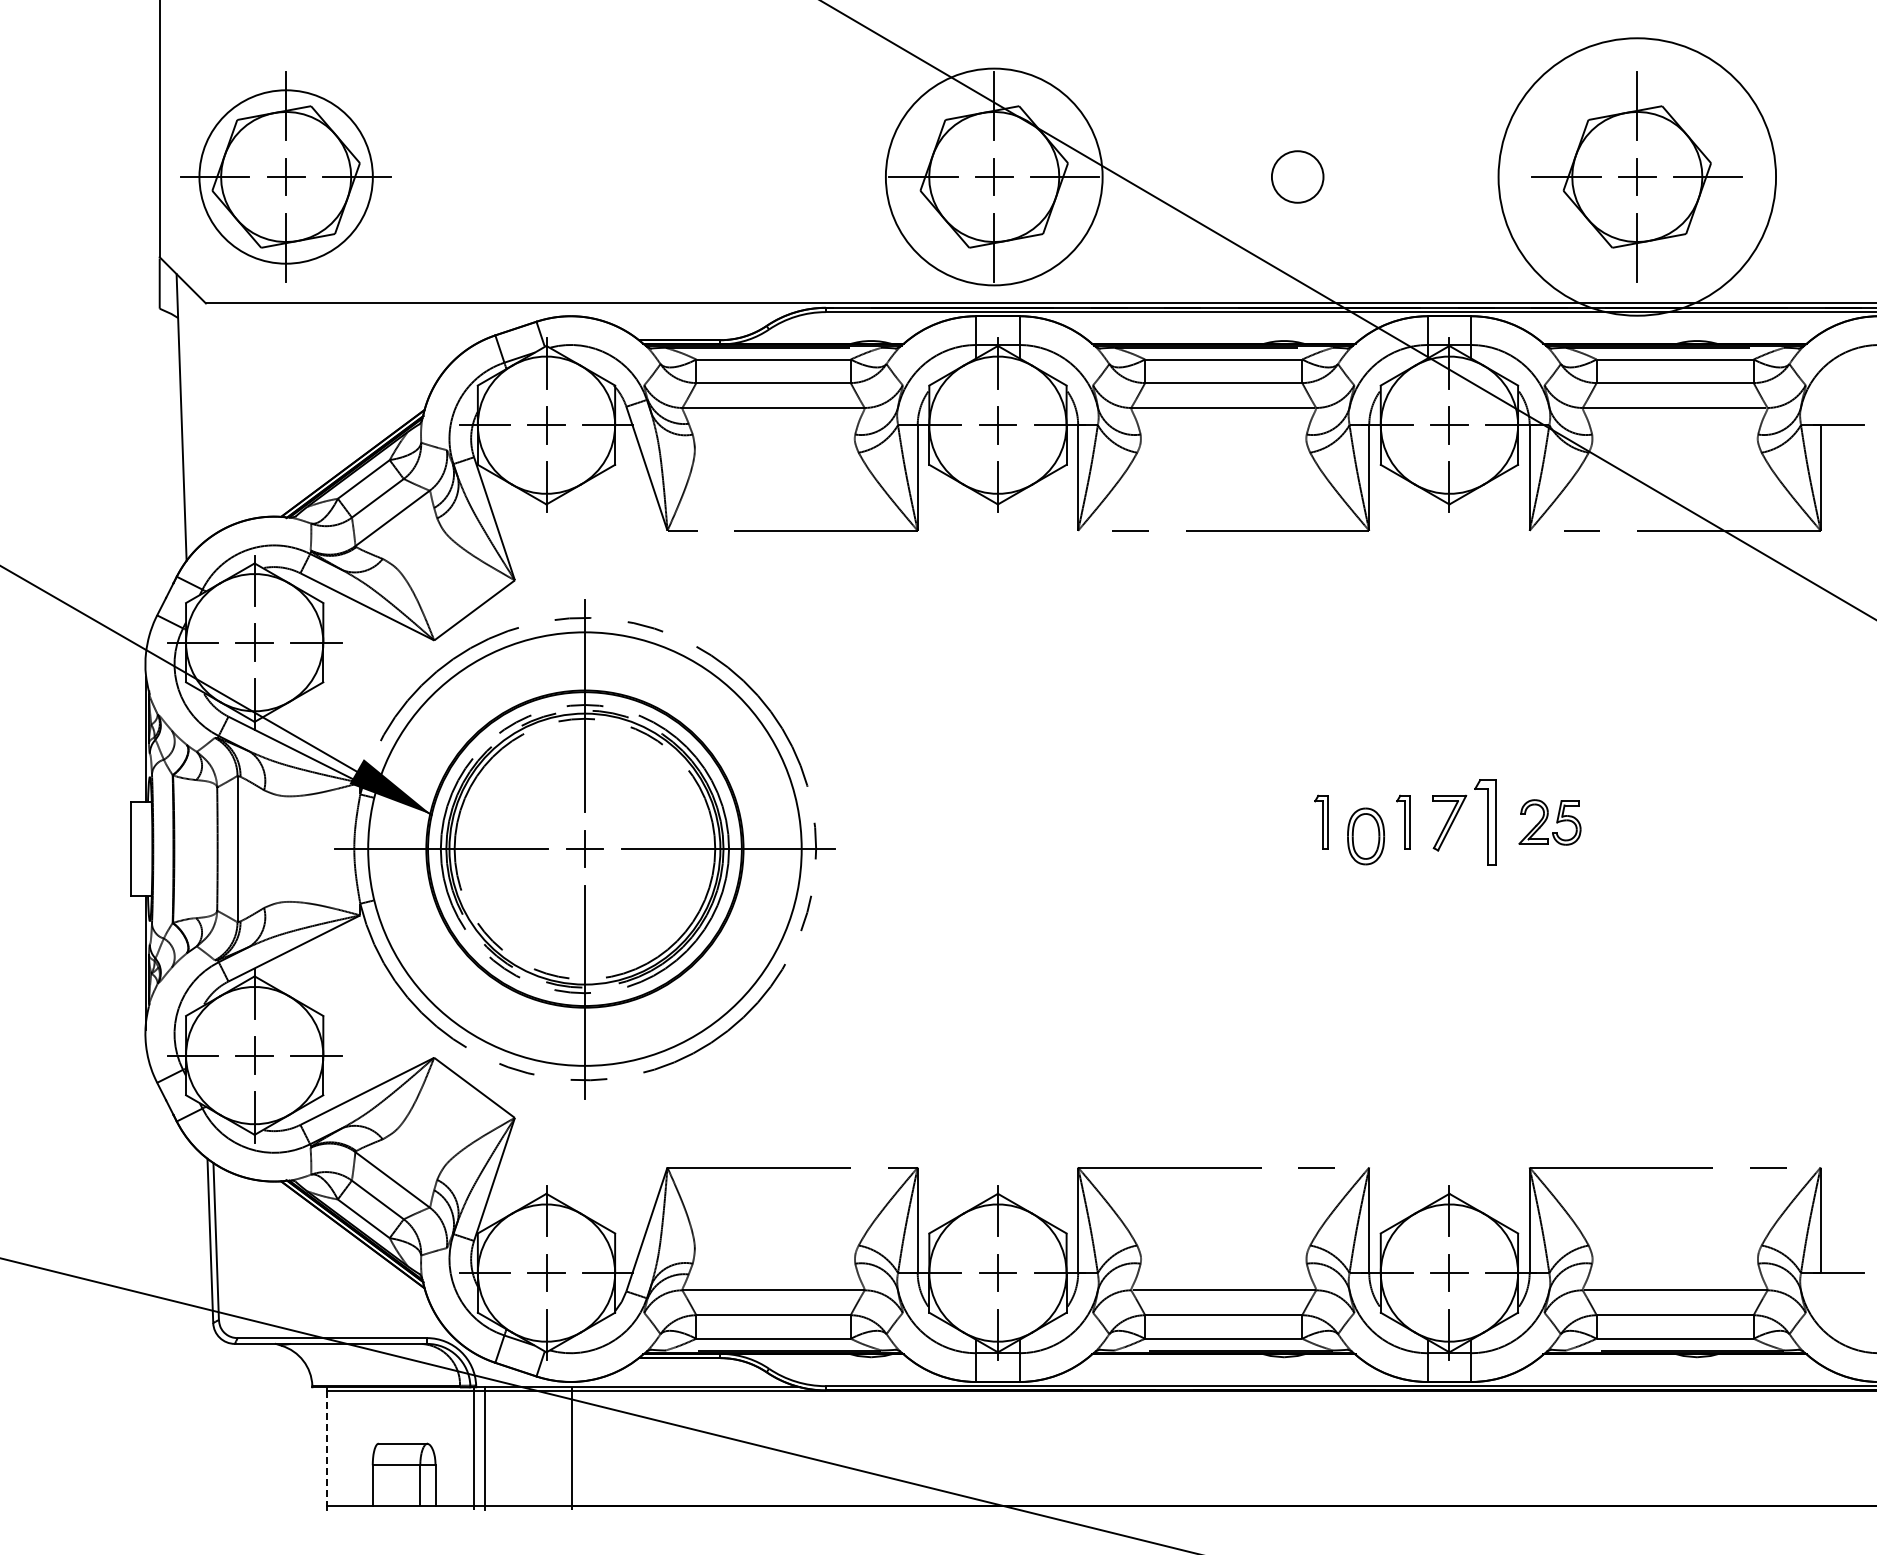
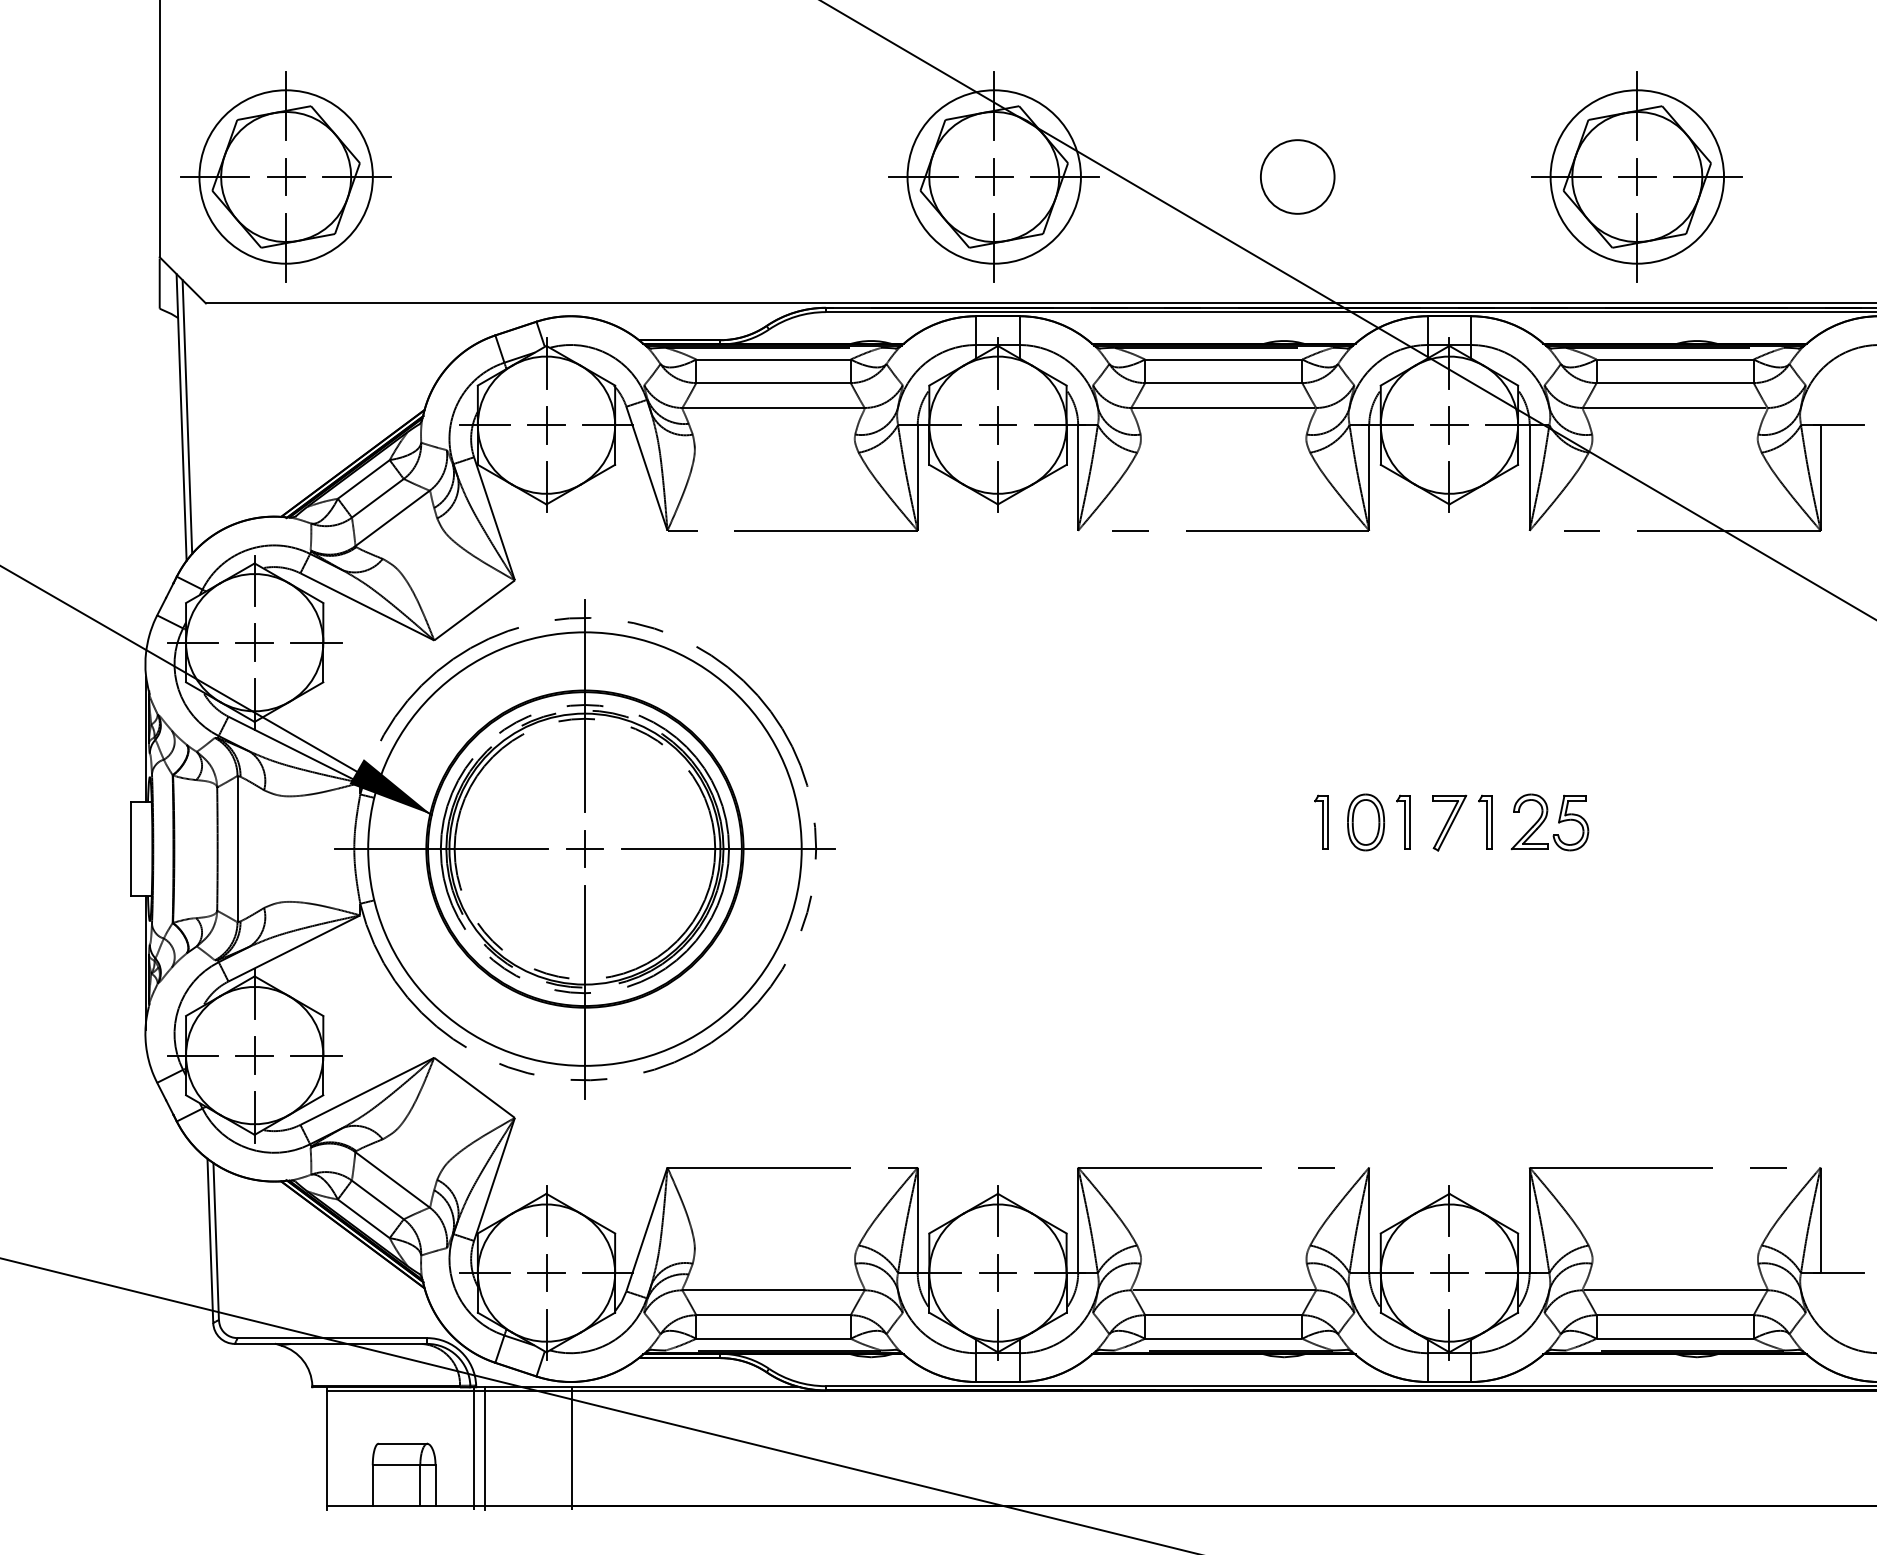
circle at (993, 176) diameter: 217 px -> 173 px
circle at (1297, 176) diameter: 52 px -> 74 px
circle at (1637, 176) diameter: 277 px -> 173 px
line at (187, 416): none -> present
part at (1485, 822) size: 23x87 px -> 15x56 px
part at (1549, 822) size: 64x47 px -> 80x59 px
part at (1366, 836) position: (1366, 836) -> (1366, 822)
line at (326, 1448): dashed -> solid
